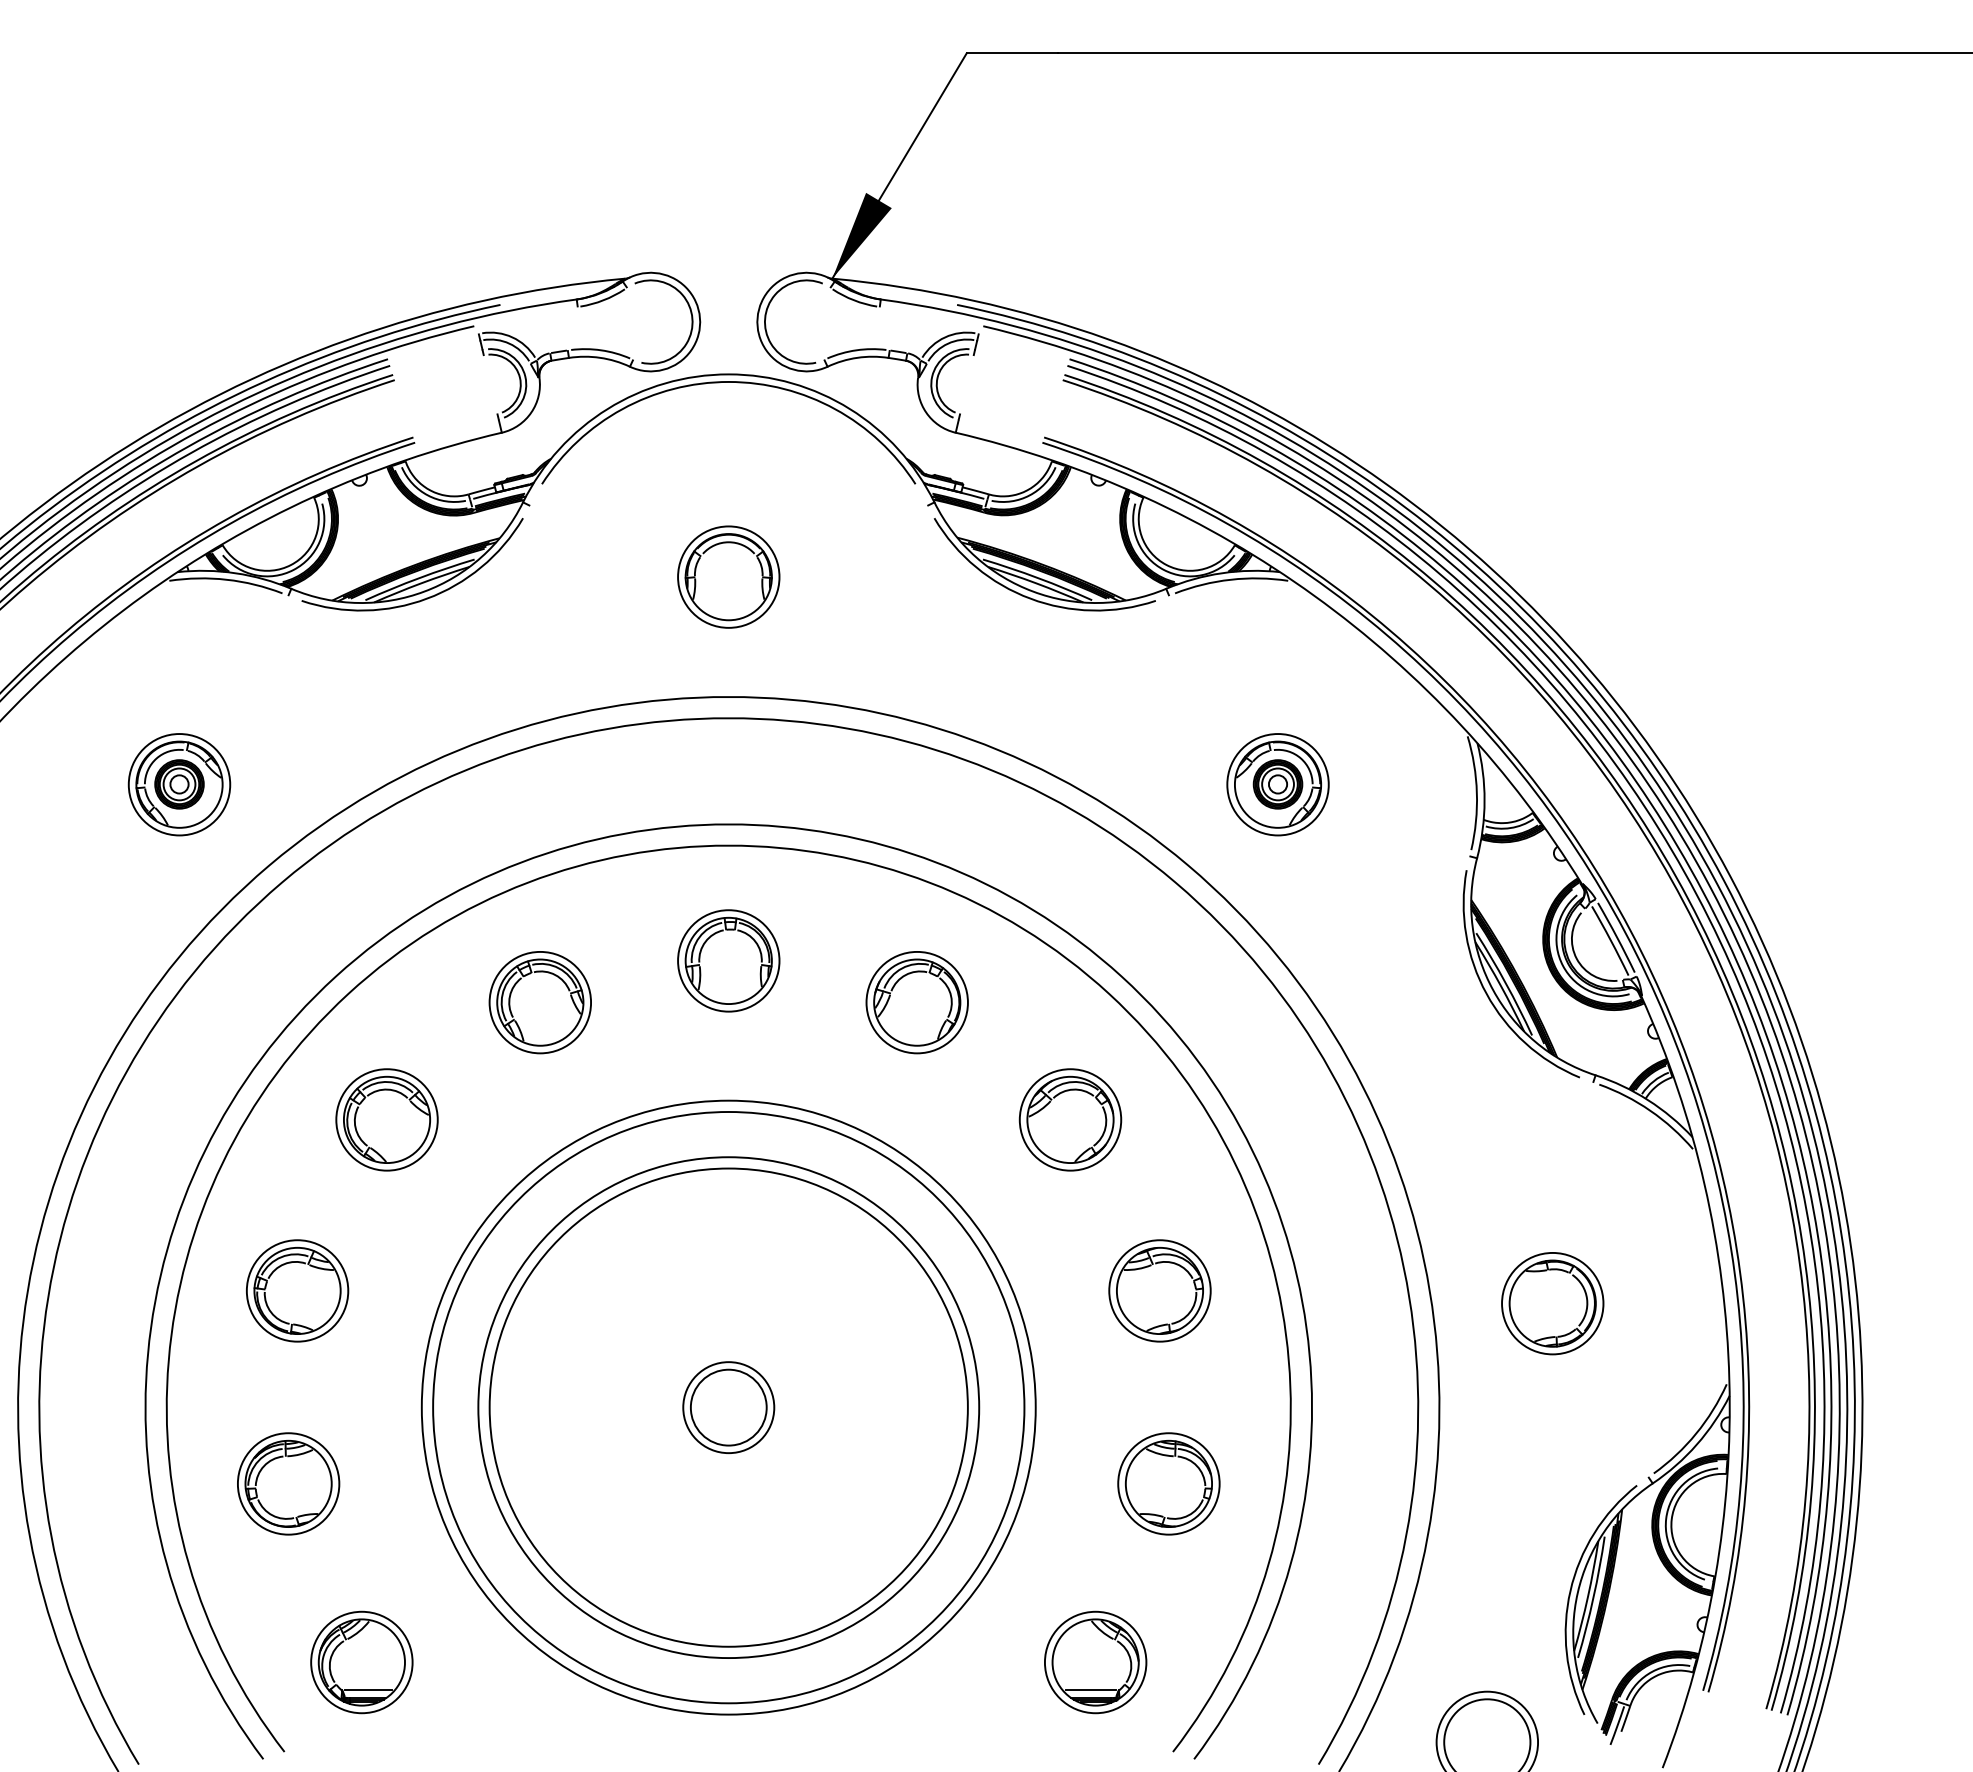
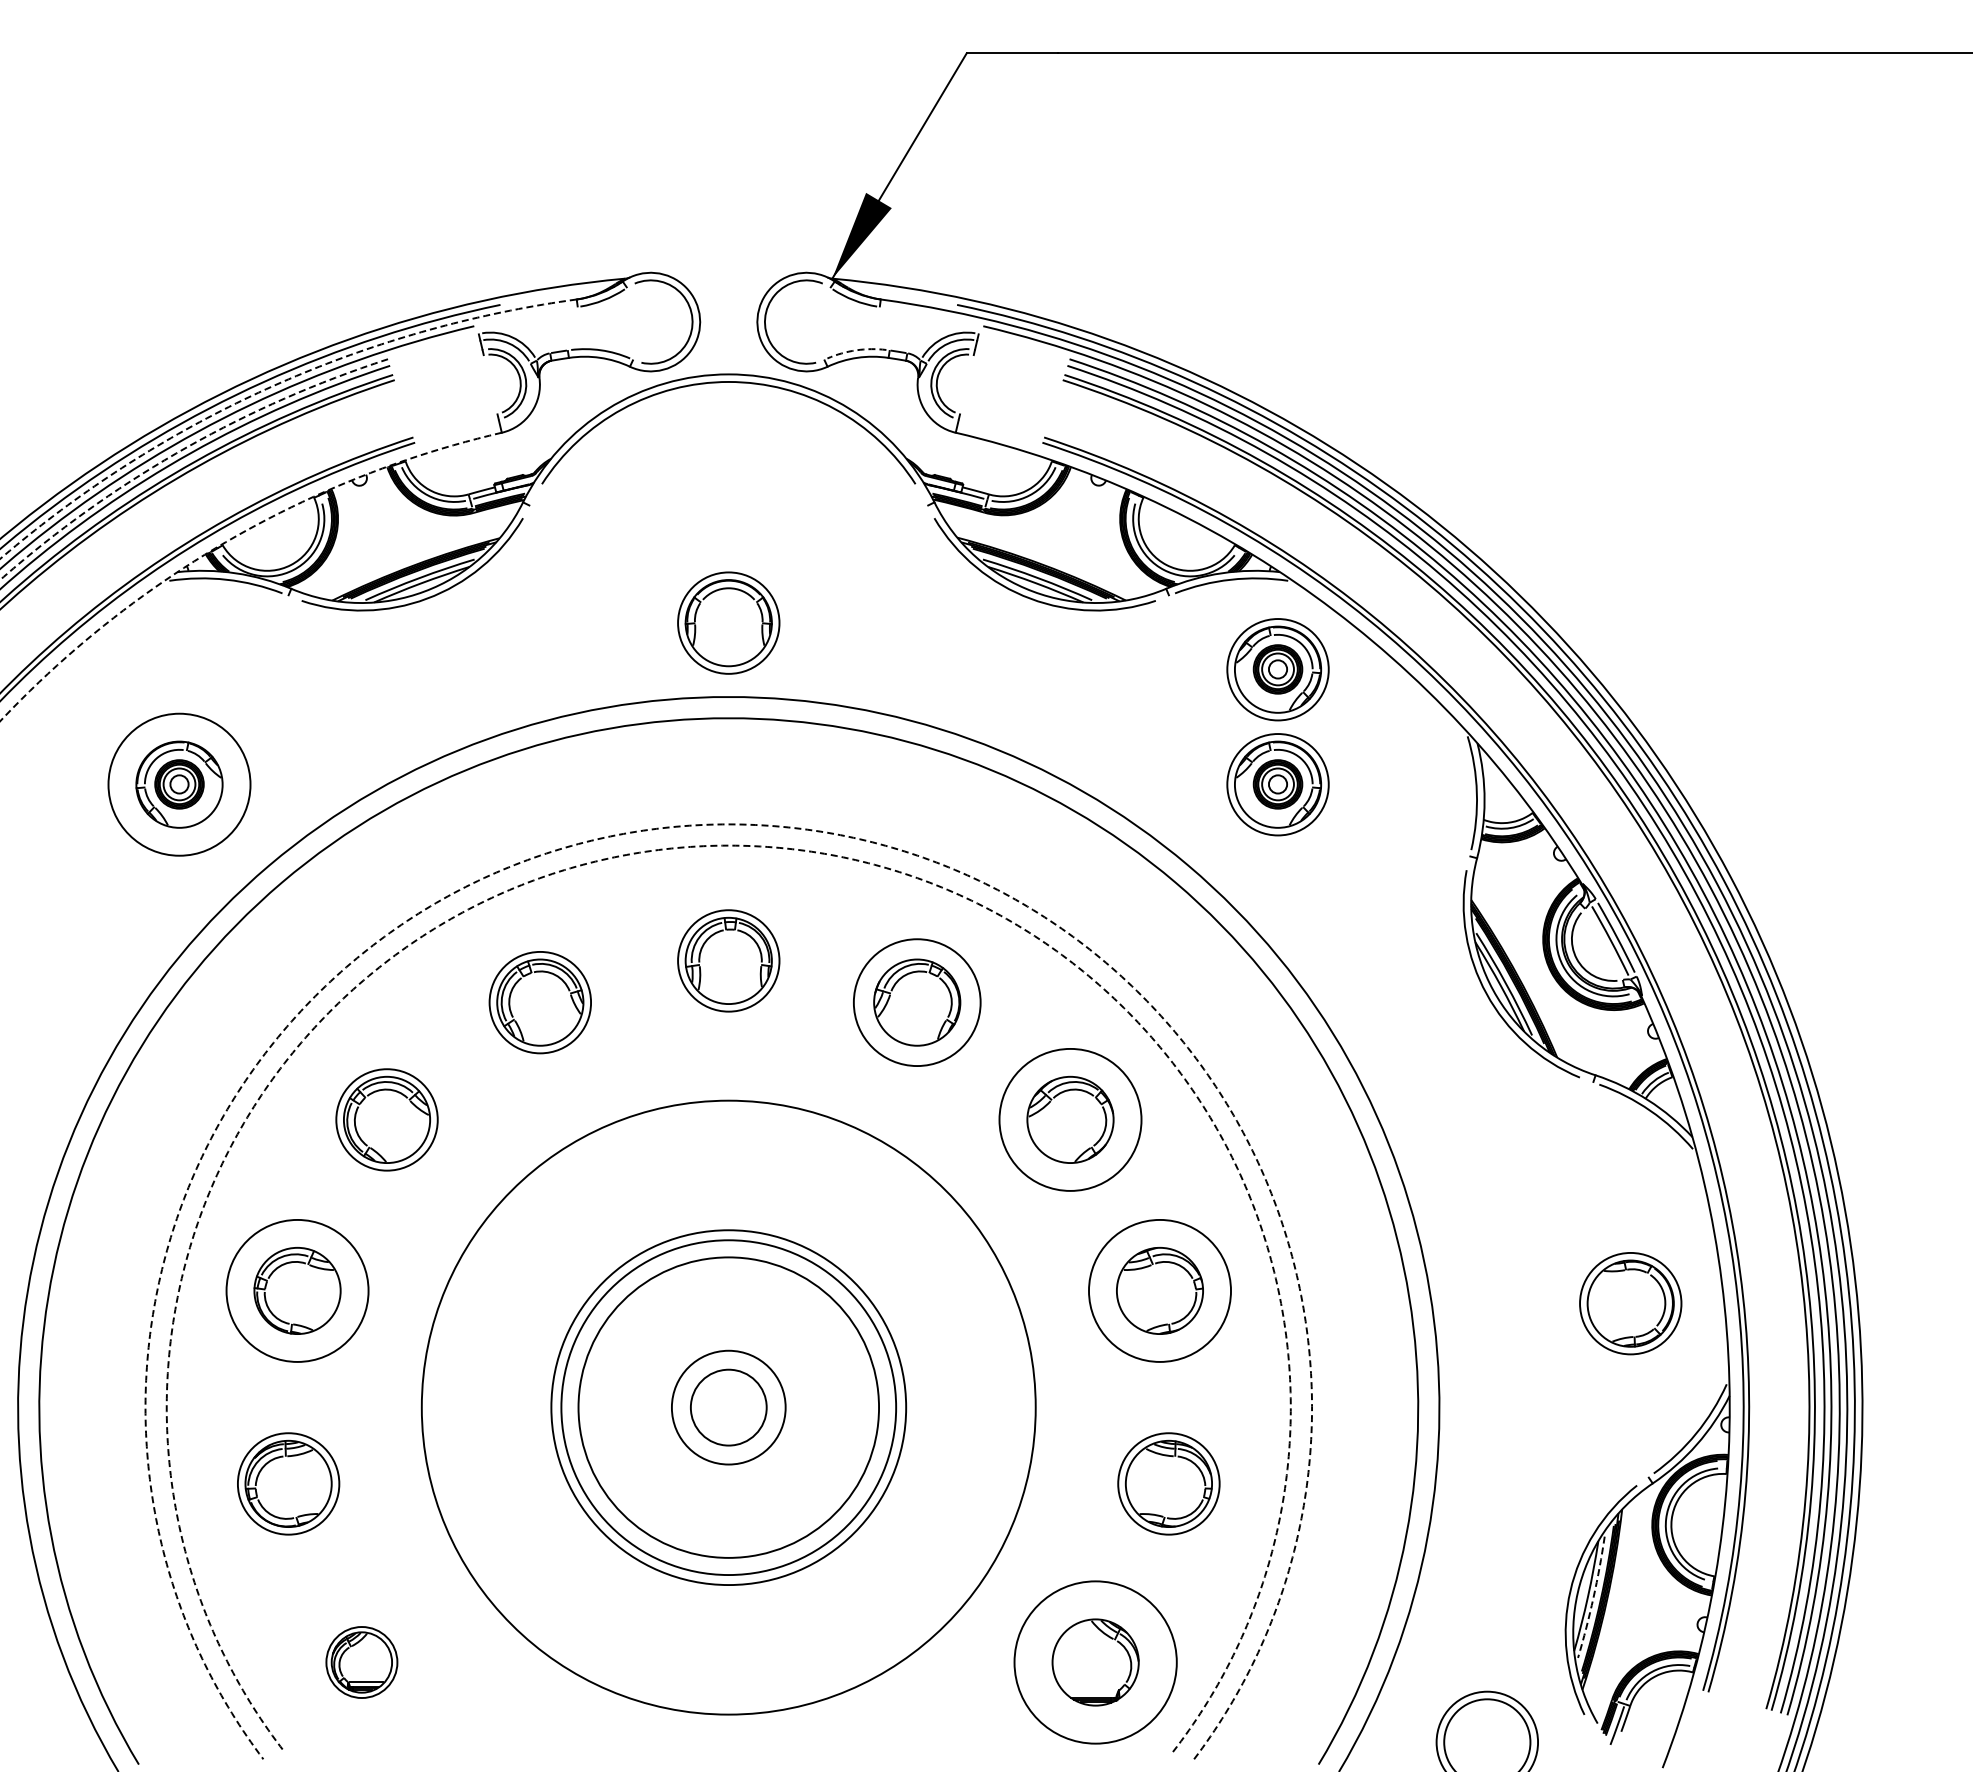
arc at (856, 350): solid -> dashed
arc at (271, 387): solid -> dashed
arc at (182, 449): solid -> dashed
arc at (229, 540): solid -> dashed
part at (728, 576) position: (728, 576) -> (728, 622)
part at (1277, 669): none -> present
circle at (179, 784) diameter: 101 px -> 142 px
arc at (728, 824): solid -> dashed
arc at (728, 845): solid -> dashed
circle at (916, 1002) diameter: 101 px -> 127 px
circle at (1070, 1119) diameter: 101 px -> 142 px
circle at (297, 1290) diameter: 101 px -> 142 px
circle at (1159, 1290) diameter: 101 px -> 142 px
part at (1552, 1303) position: (1552, 1303) -> (1630, 1303)
circle at (728, 1407) diameter: 478 px -> 335 px
circle at (728, 1407) diameter: 501 px -> 301 px
circle at (728, 1407) diameter: 591 px -> 355 px
circle at (728, 1407) diameter: 91 px -> 114 px
arc at (1593, 1597): solid -> dashed
part at (361, 1662) size: 104x105 px -> 74x73 px
circle at (1095, 1662) diameter: 101 px -> 162 px
line at (1090, 1690): present -> none
